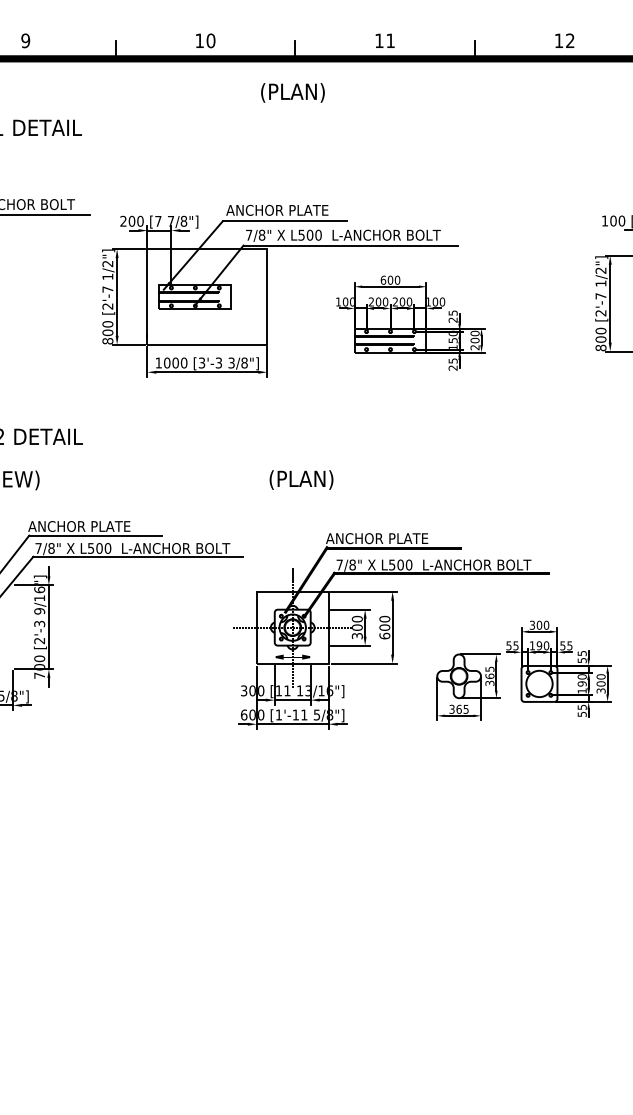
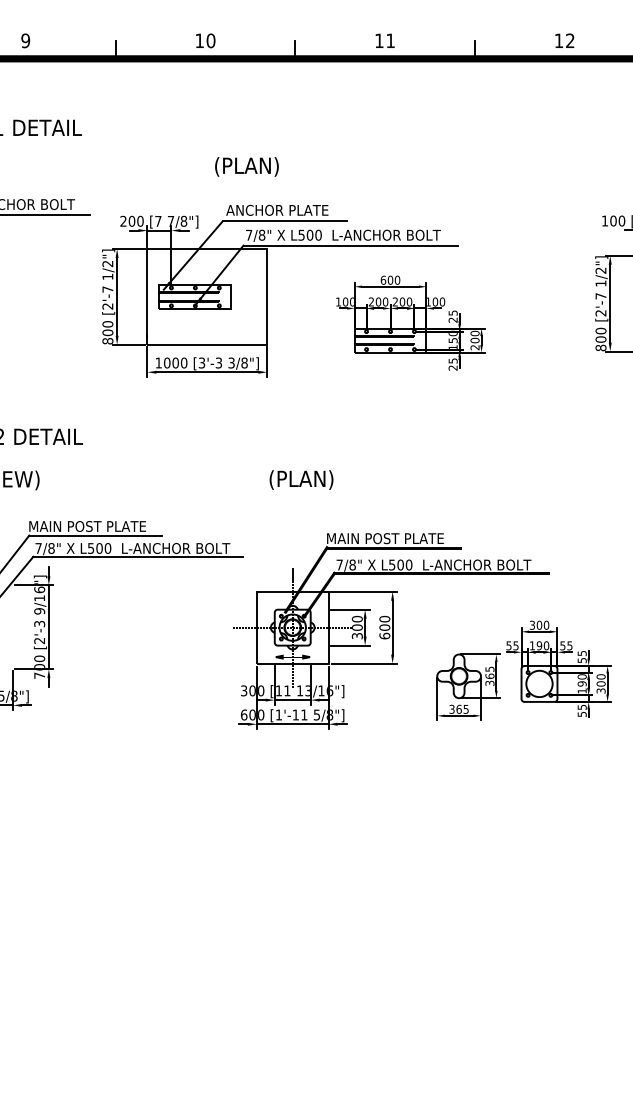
text at (292, 92) position: (292, 92) -> (246, 166)
text at (87, 526): ANCHOR PLATE -> MAIN POST PLATE
text at (384, 538): ANCHOR PLATE -> MAIN POST PLATE
